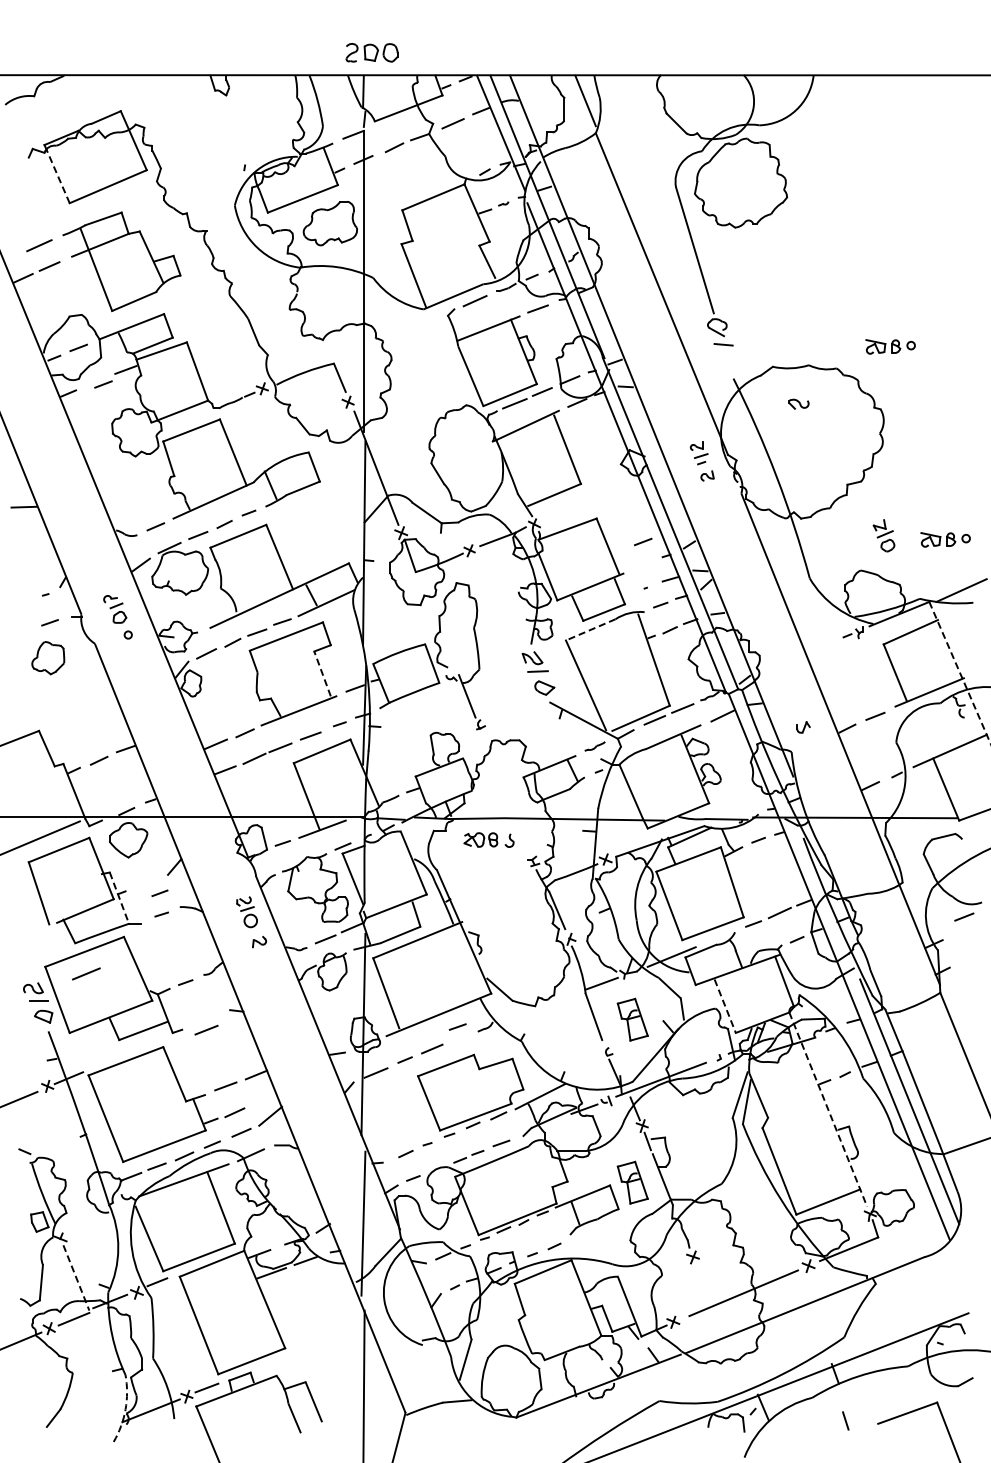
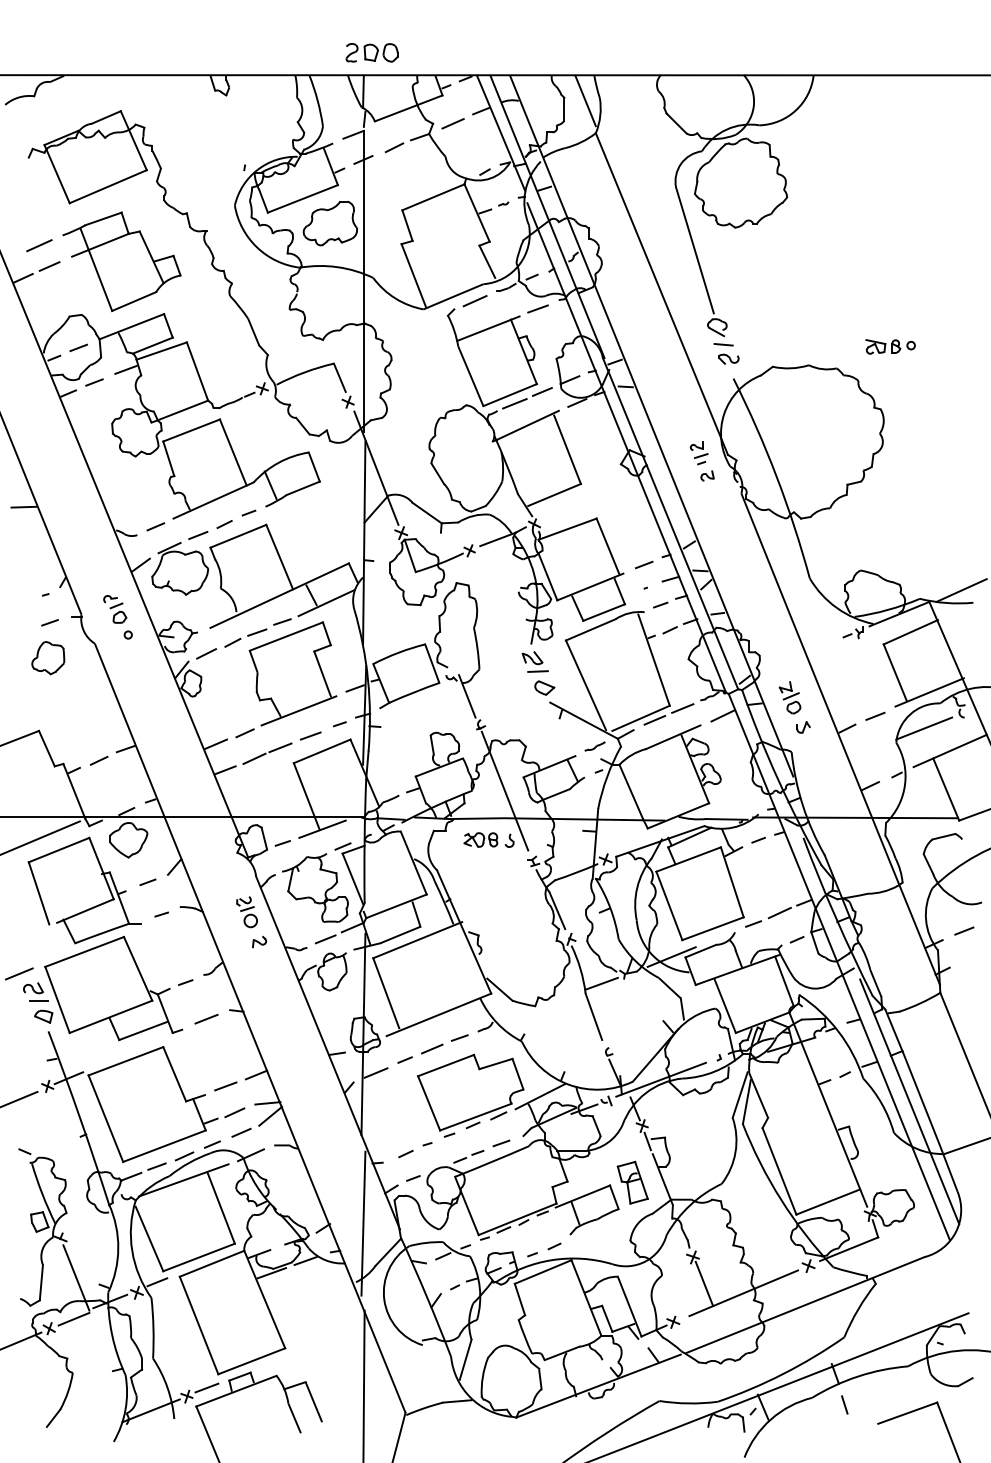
line at (58, 176): dashed -> solid
line at (103, 384) position: (103, 384) -> (94, 382)
part at (798, 403) position: (798, 403) -> (728, 358)
part at (883, 535) position: (883, 535) -> (789, 697)
part at (945, 539): present -> none
line at (643, 541) position: (643, 541) -> (644, 564)
line at (590, 629): dashed -> solid
line at (322, 673): dashed -> solid
line at (960, 673): dashed -> solid
line at (924, 728): none -> present
line at (504, 790): none -> present
line at (159, 893) position: (159, 893) -> (147, 882)
line at (119, 897): dashed -> solid
line at (964, 916) position: (964, 916) -> (964, 930)
line at (86, 973) position: (86, 973) -> (19, 973)
line at (725, 1006): dashed -> solid
part at (632, 1019): present -> none
line at (457, 1026) position: (457, 1026) -> (459, 1037)
line at (206, 1029) position: (206, 1029) -> (206, 1018)
line at (267, 1103): none -> present
line at (828, 1109): dashed -> solid
line at (76, 1278): dashed -> solid
line at (704, 1283): none -> present
arc at (125, 1409): dashed -> solid
line at (845, 1420) position: (845, 1420) -> (844, 1404)
